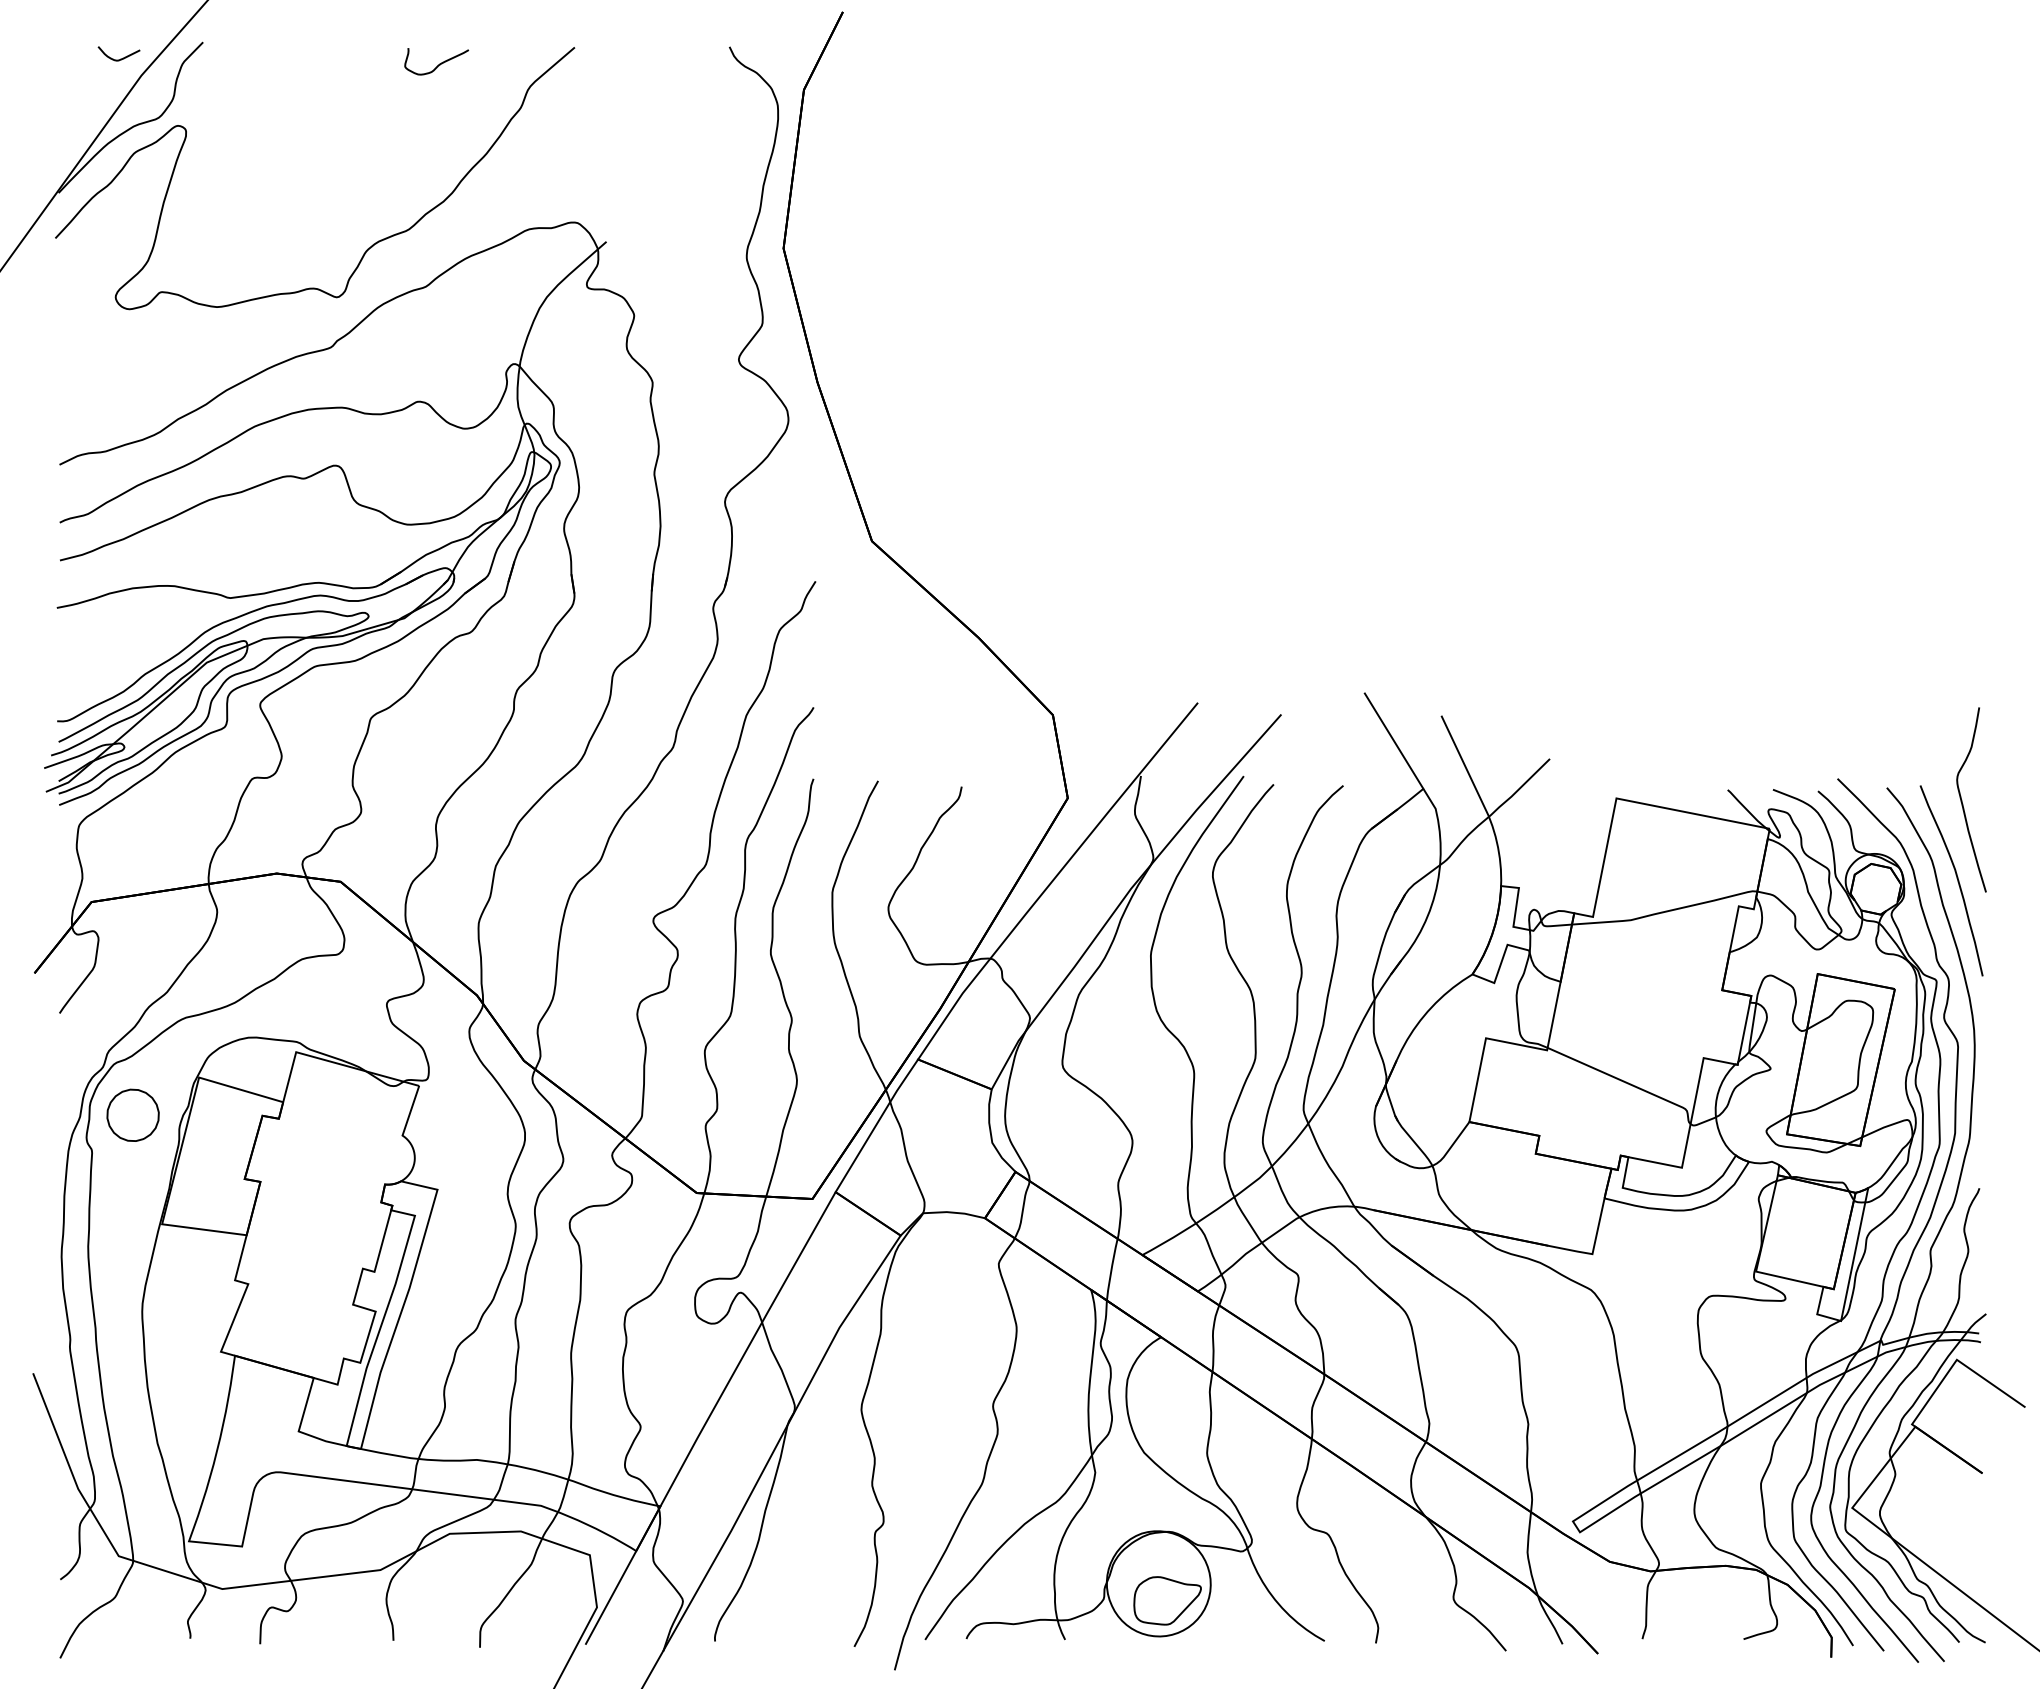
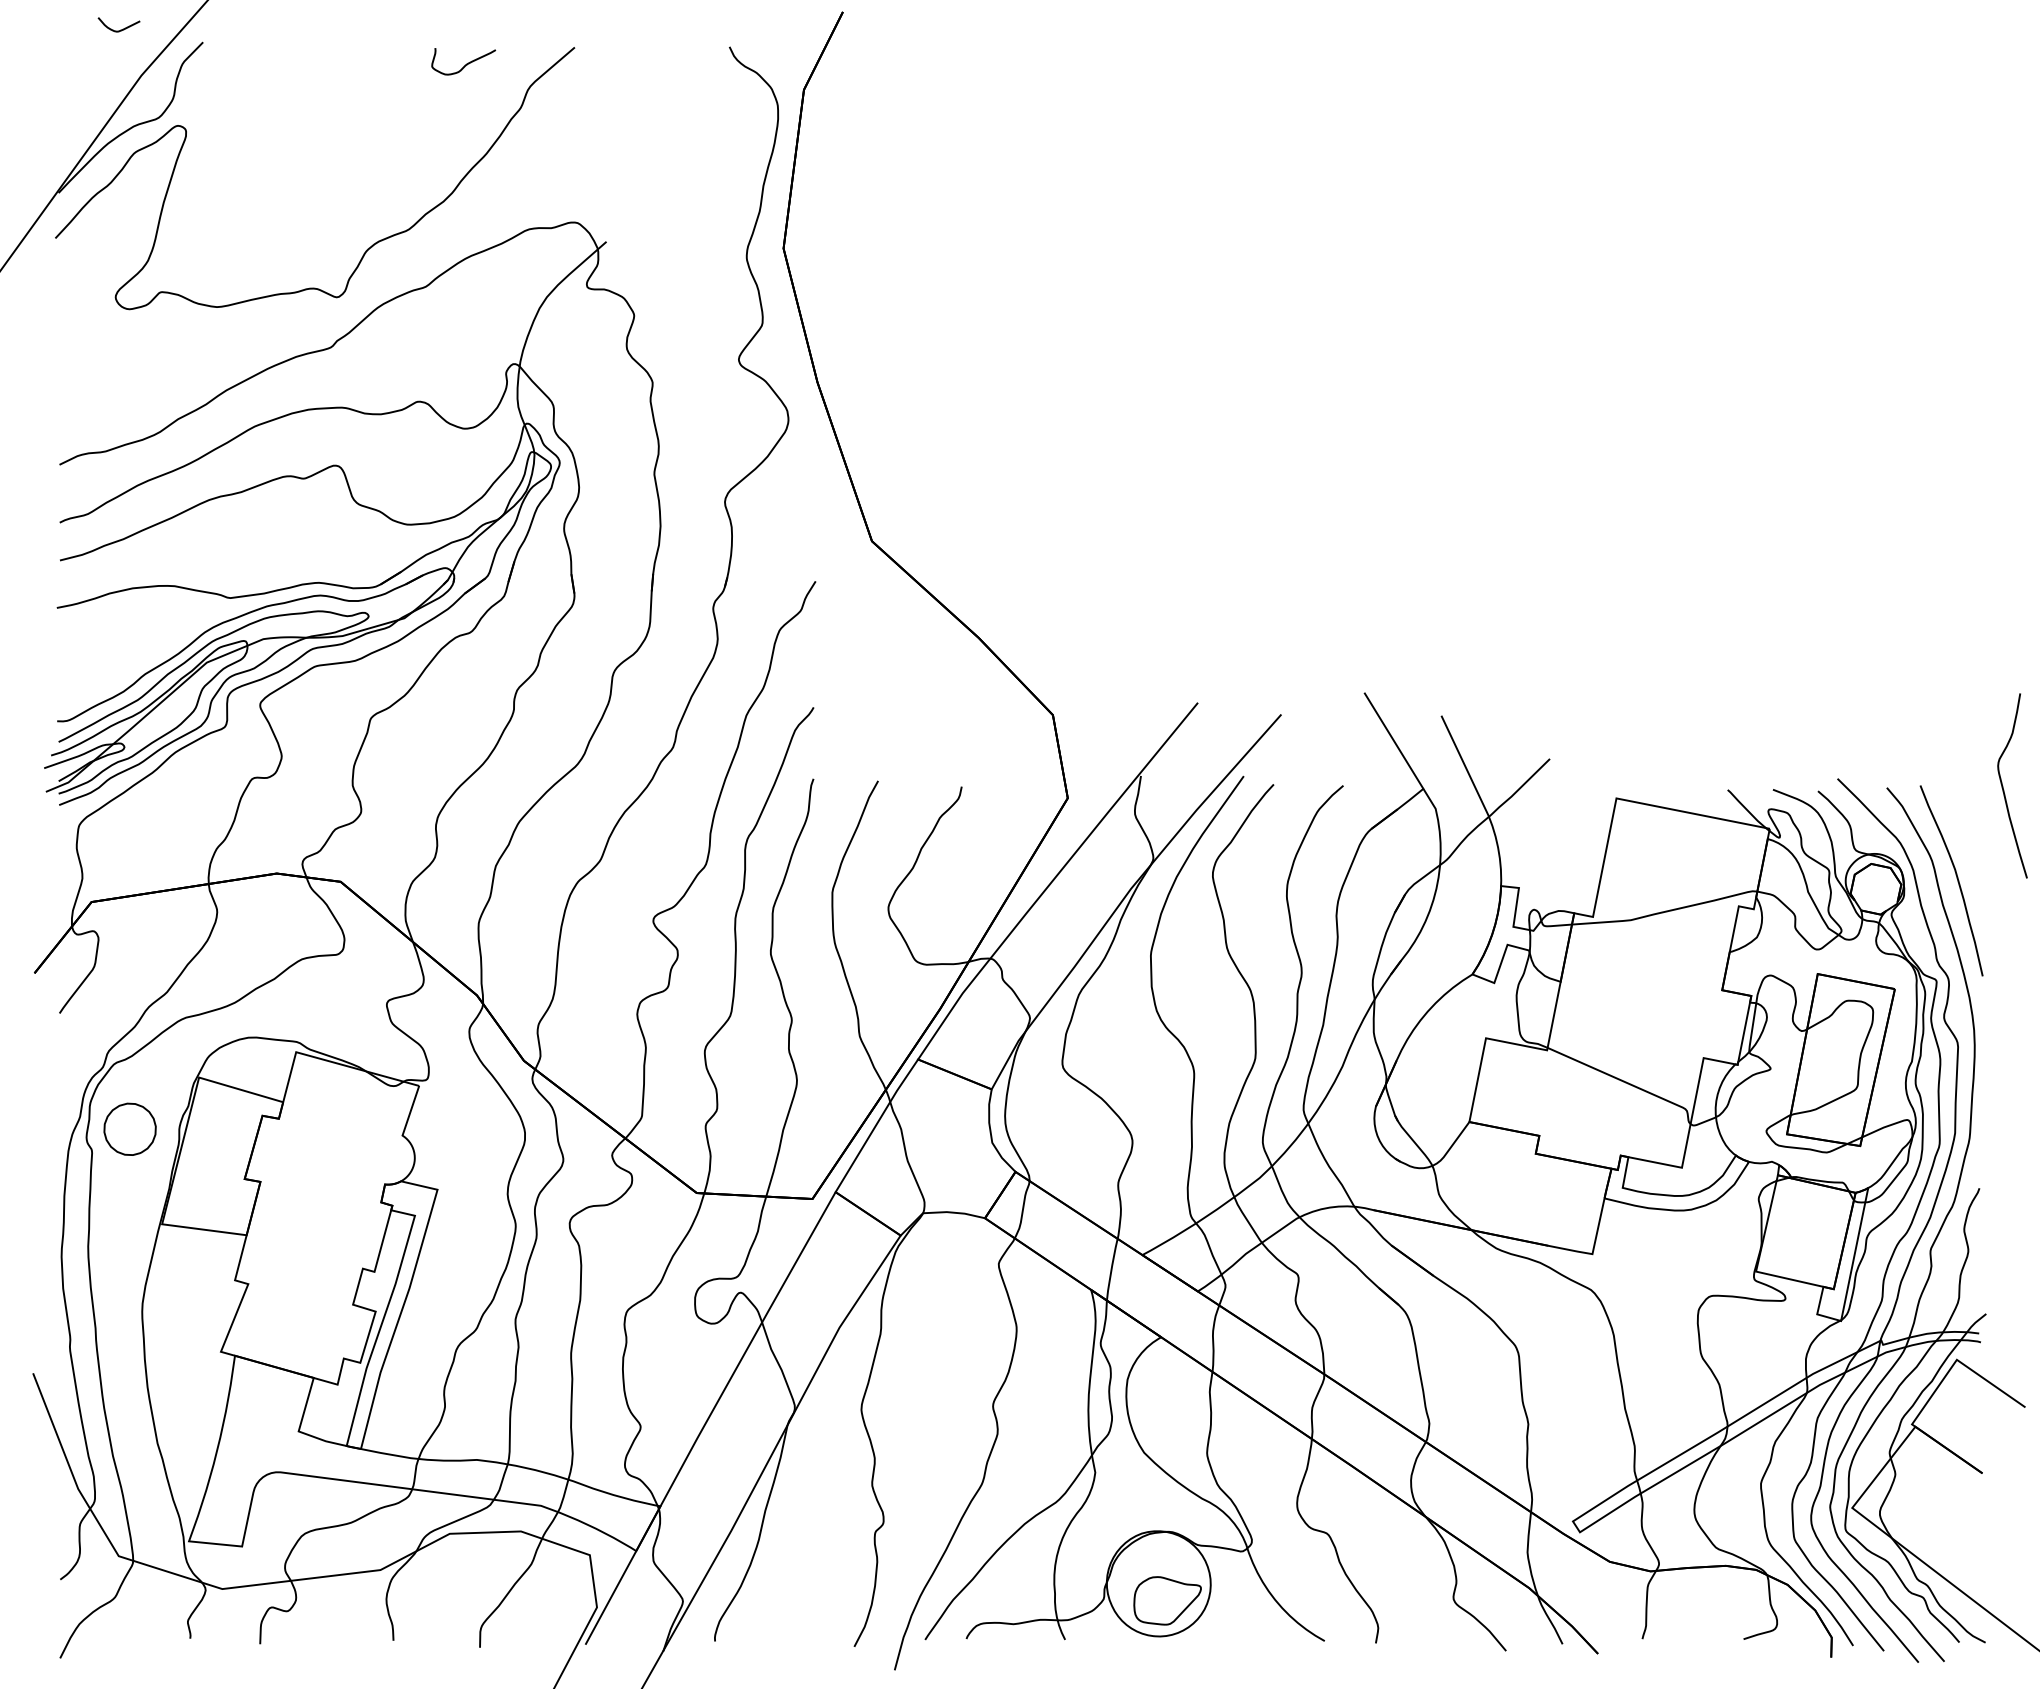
curve at (120, 58) position: (120, 58) -> (120, 29)
curve at (439, 63) position: (439, 63) -> (466, 63)
curve at (1962, 800) position: (1962, 800) -> (2003, 786)
part at (132, 1114) position: (132, 1114) -> (129, 1128)
